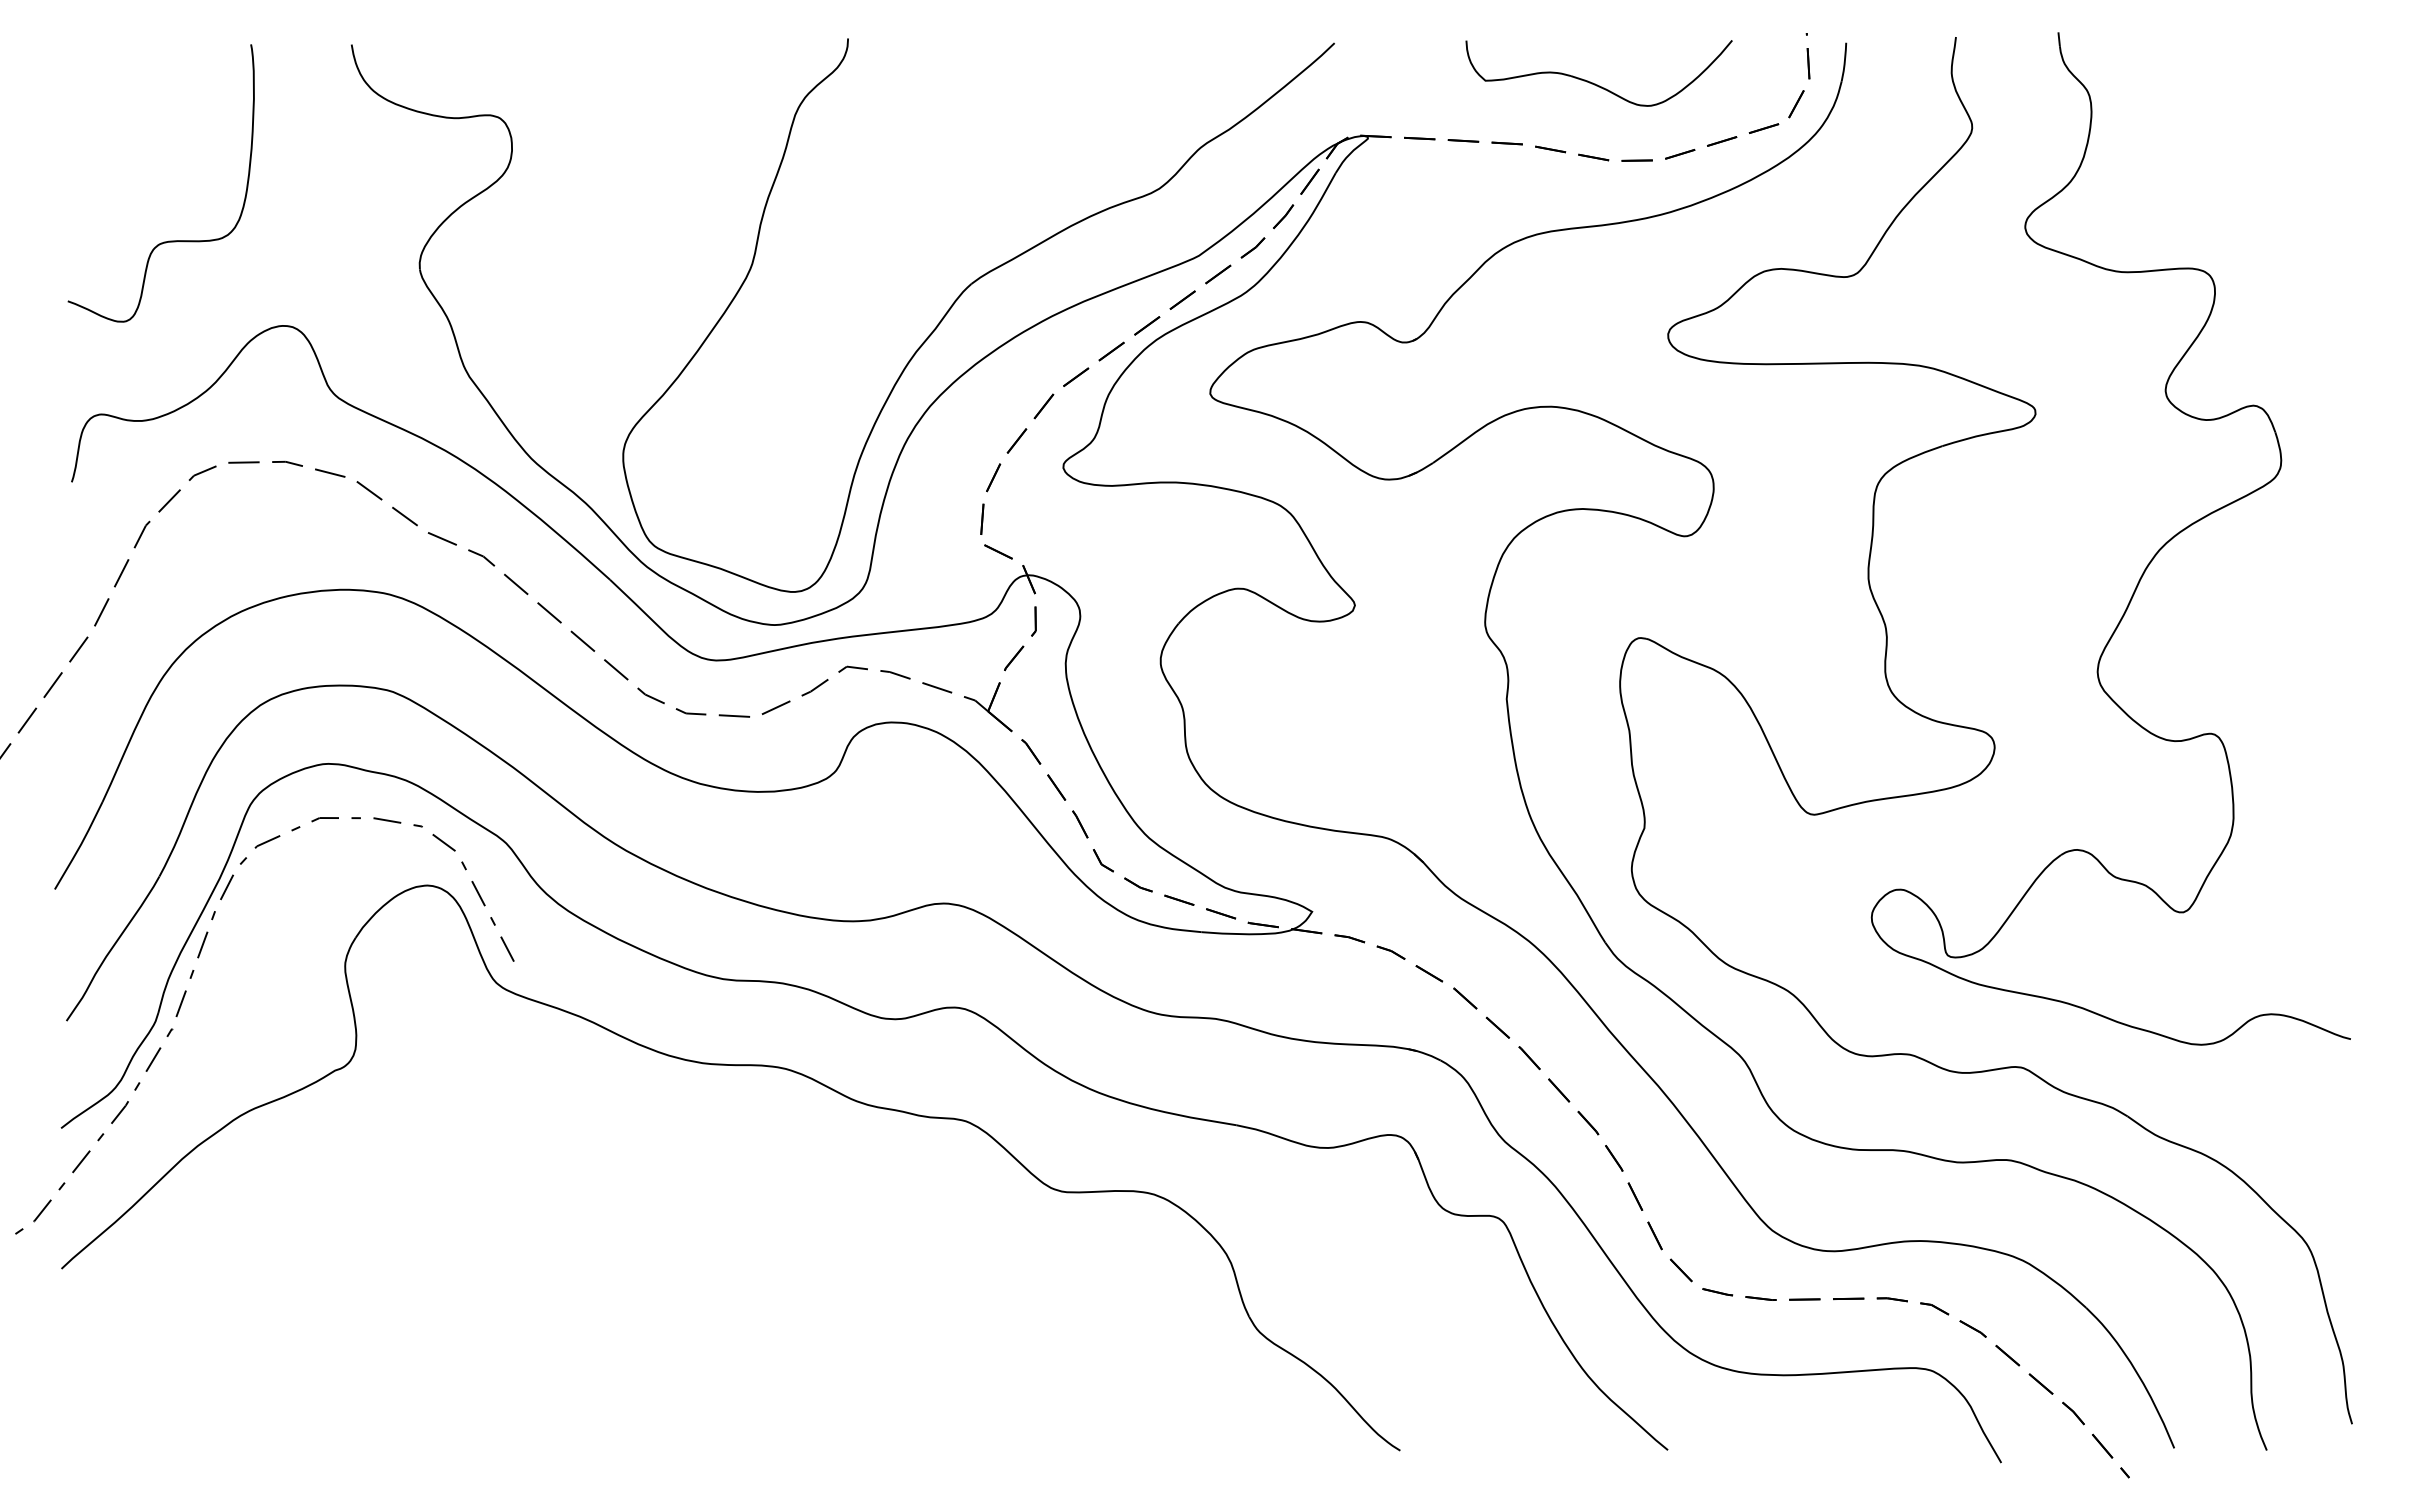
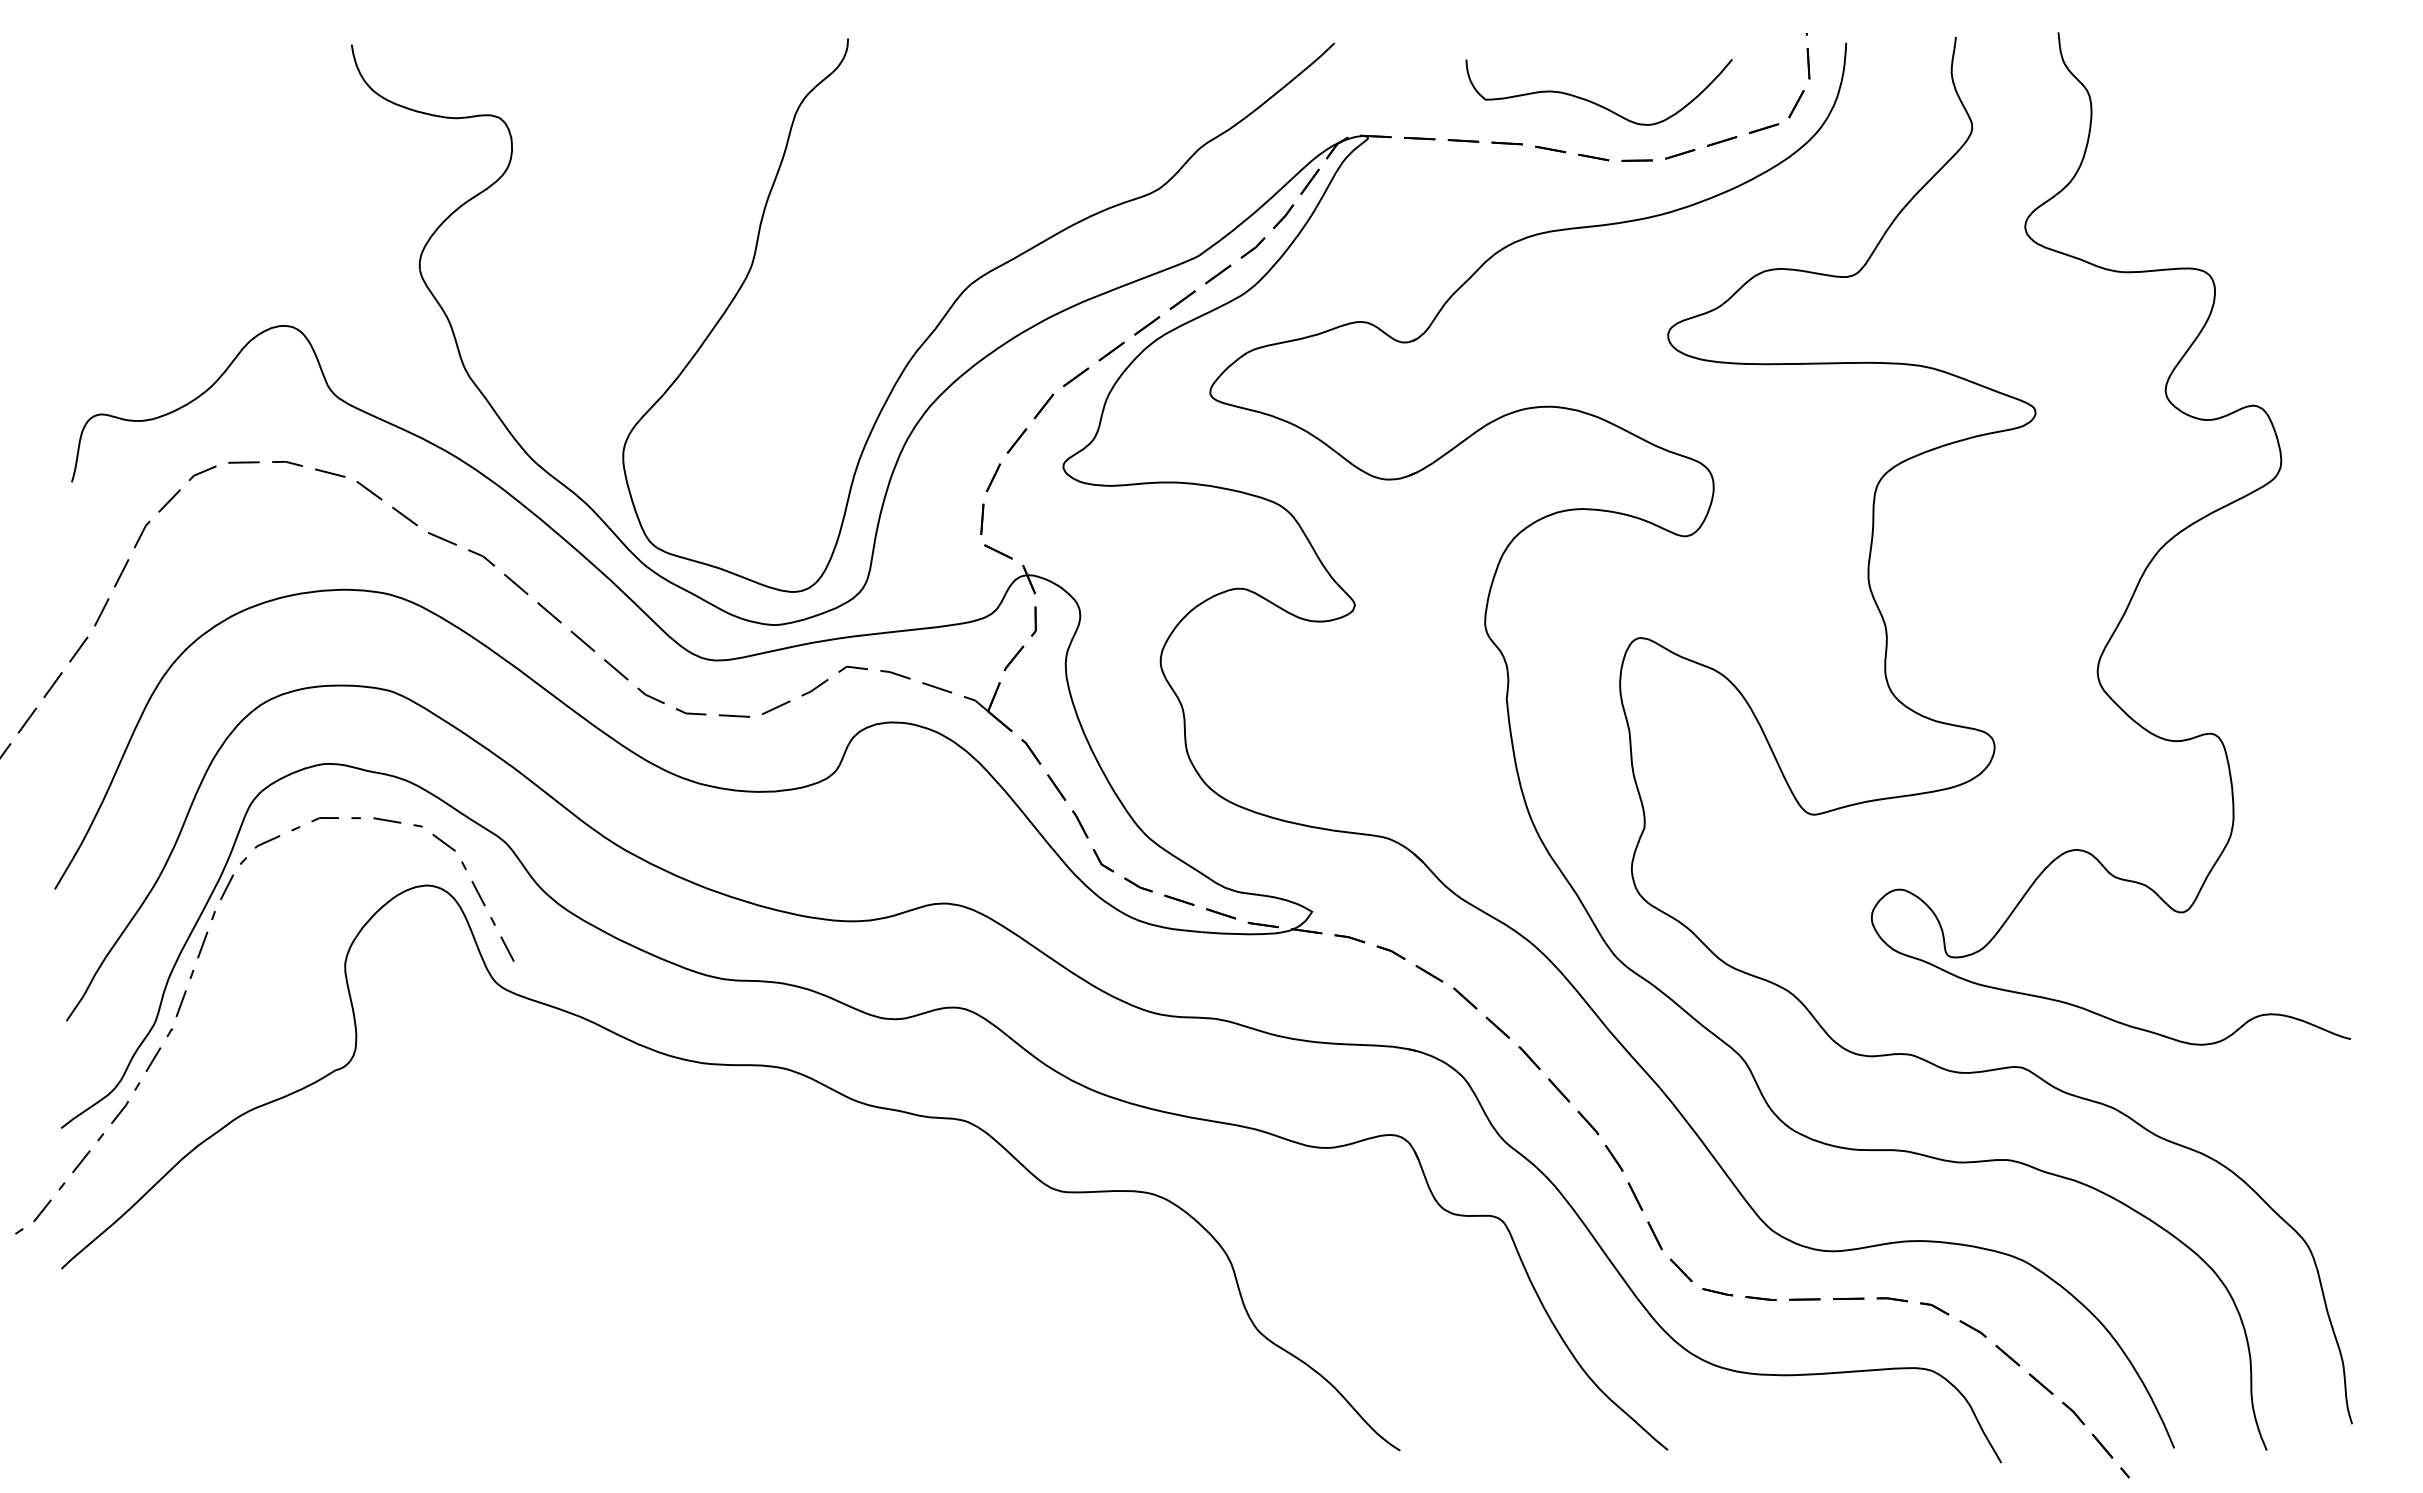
part at (1593, 82) position: (1593, 82) -> (1593, 101)
curve at (168, 240): present -> none
